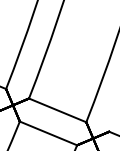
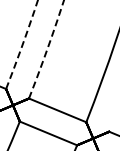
arc at (22, 44): solid -> dashed
arc at (47, 49): solid -> dashed
